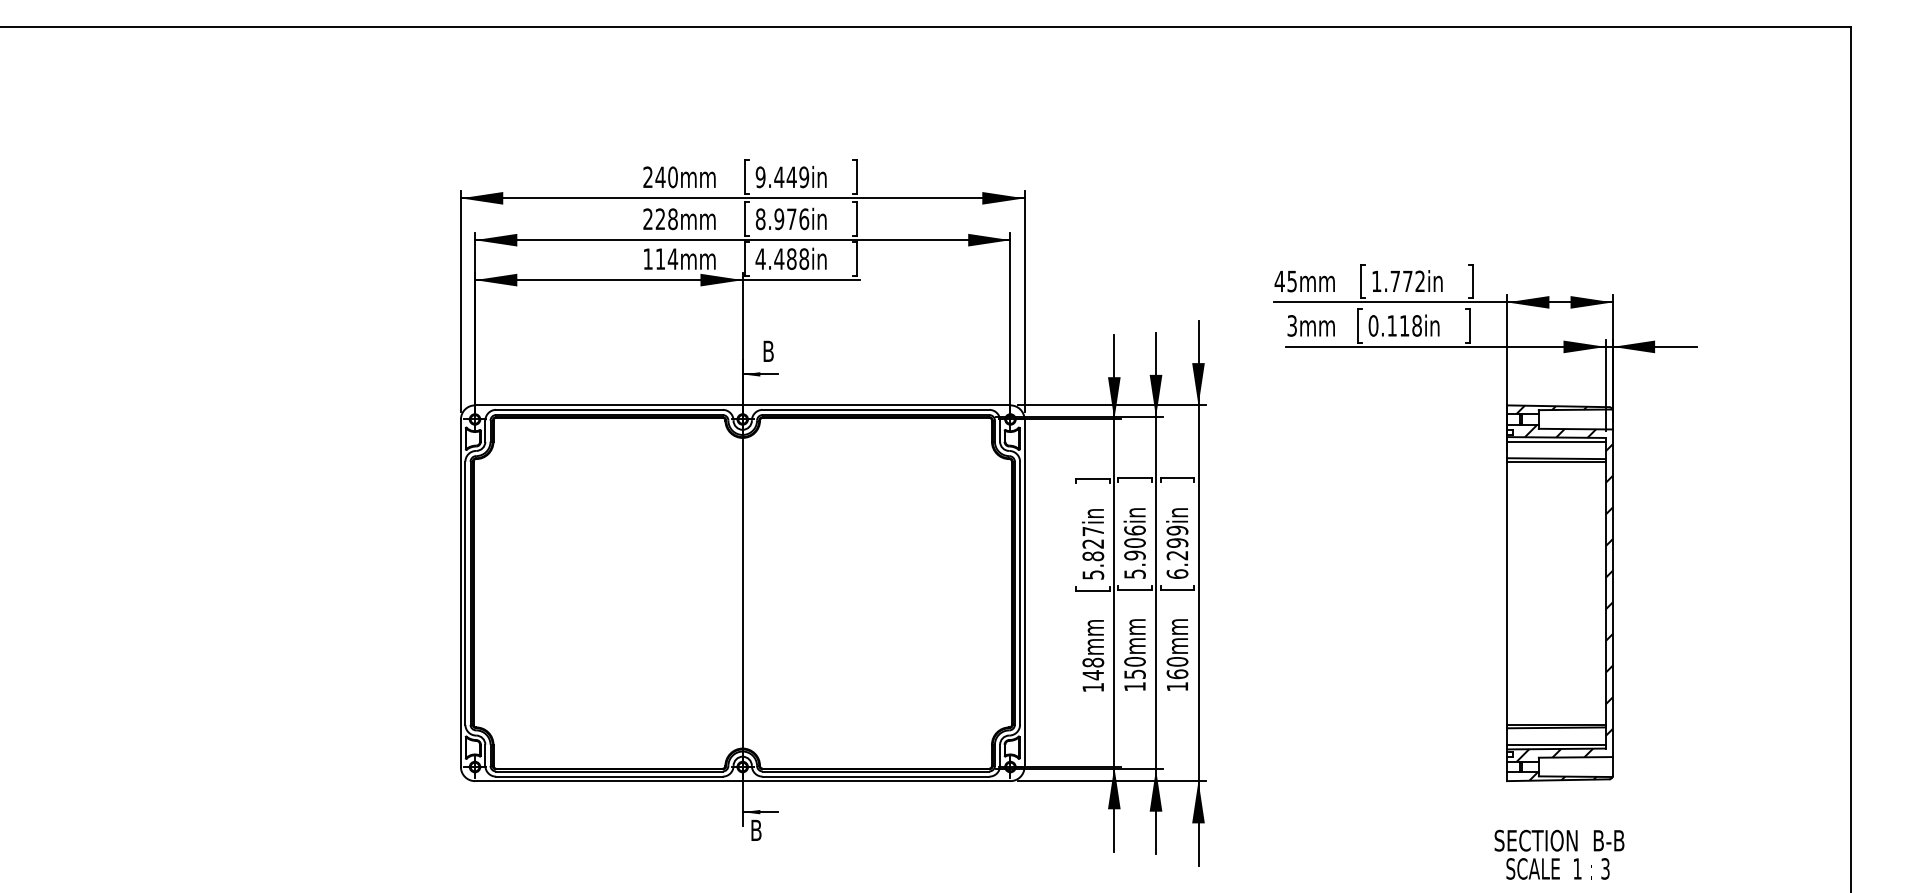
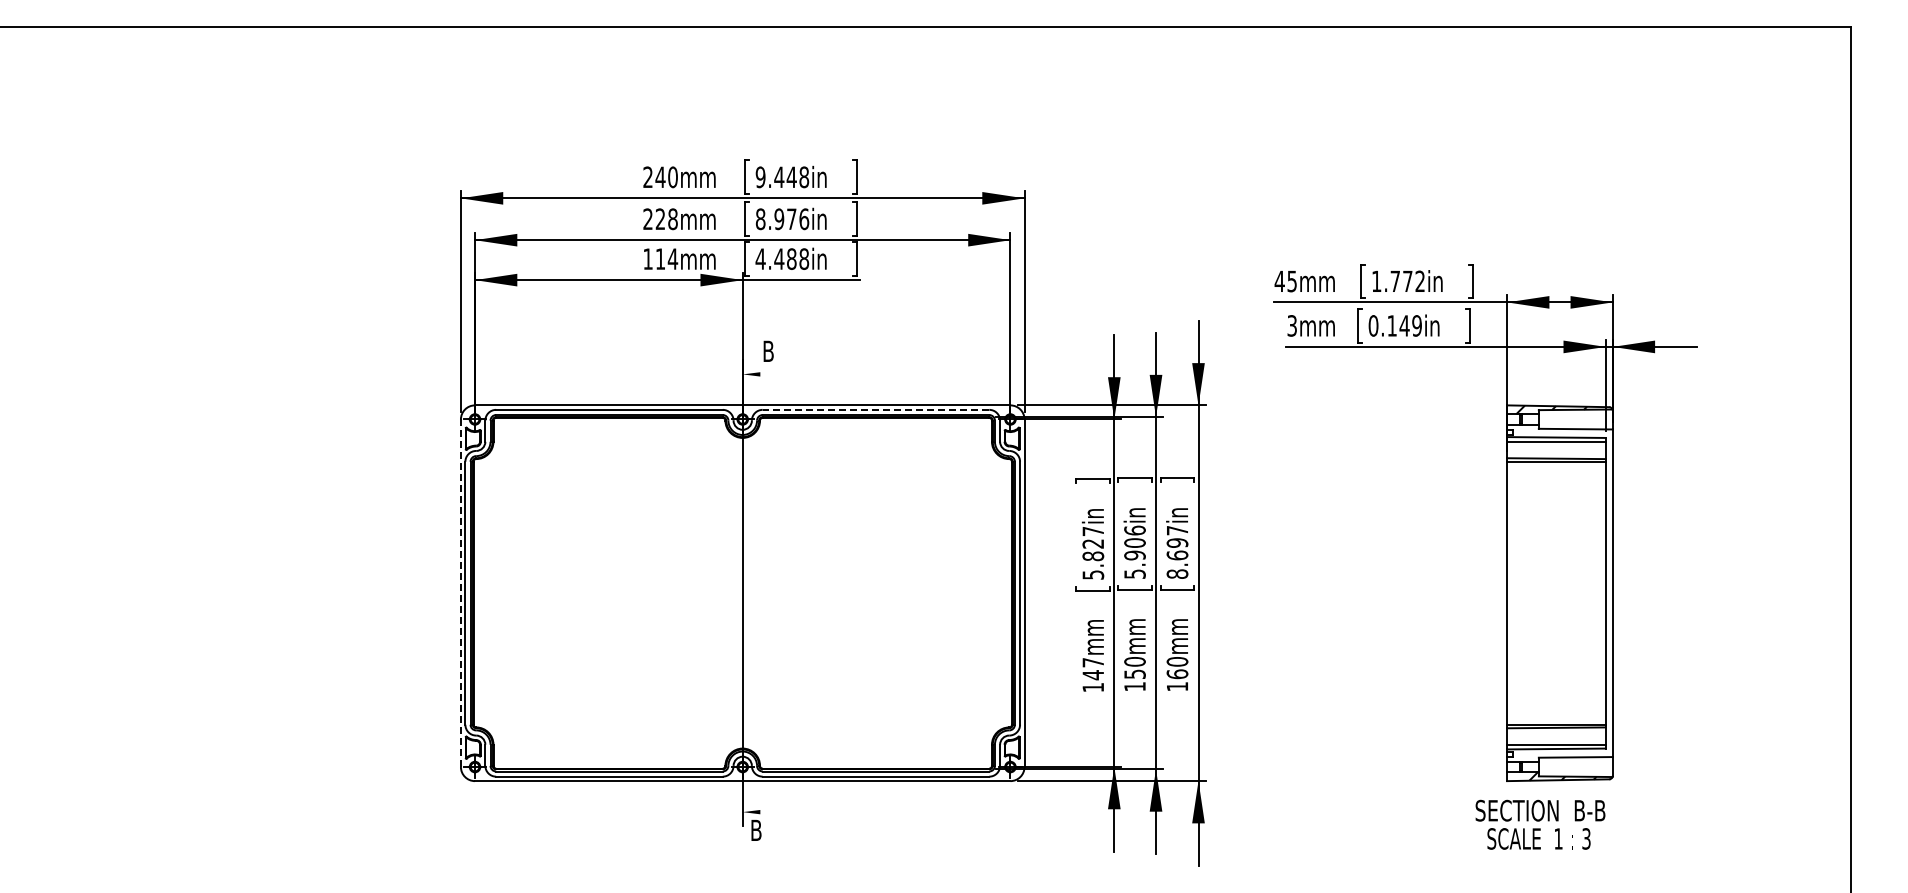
text at (804, 177): 9.449in -> 9.448in
text at (1410, 325): 0.118in -> 0.149in
line at (759, 374): present -> none
line at (875, 409): solid -> dashed
text at (1177, 551): 6.299in -> 8.697in
hatch at (1564, 592): present -> none
line at (460, 593): solid -> dashed
text at (1093, 662): 148mm -> 147mm
line at (759, 812): present -> none
text at (1559, 854) position: (1559, 854) -> (1540, 824)
